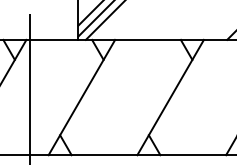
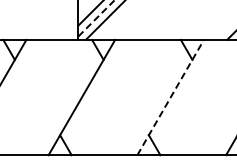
line at (96, 18): solid -> dashed
line at (30, 81): present -> none
line at (170, 97): solid -> dashed
